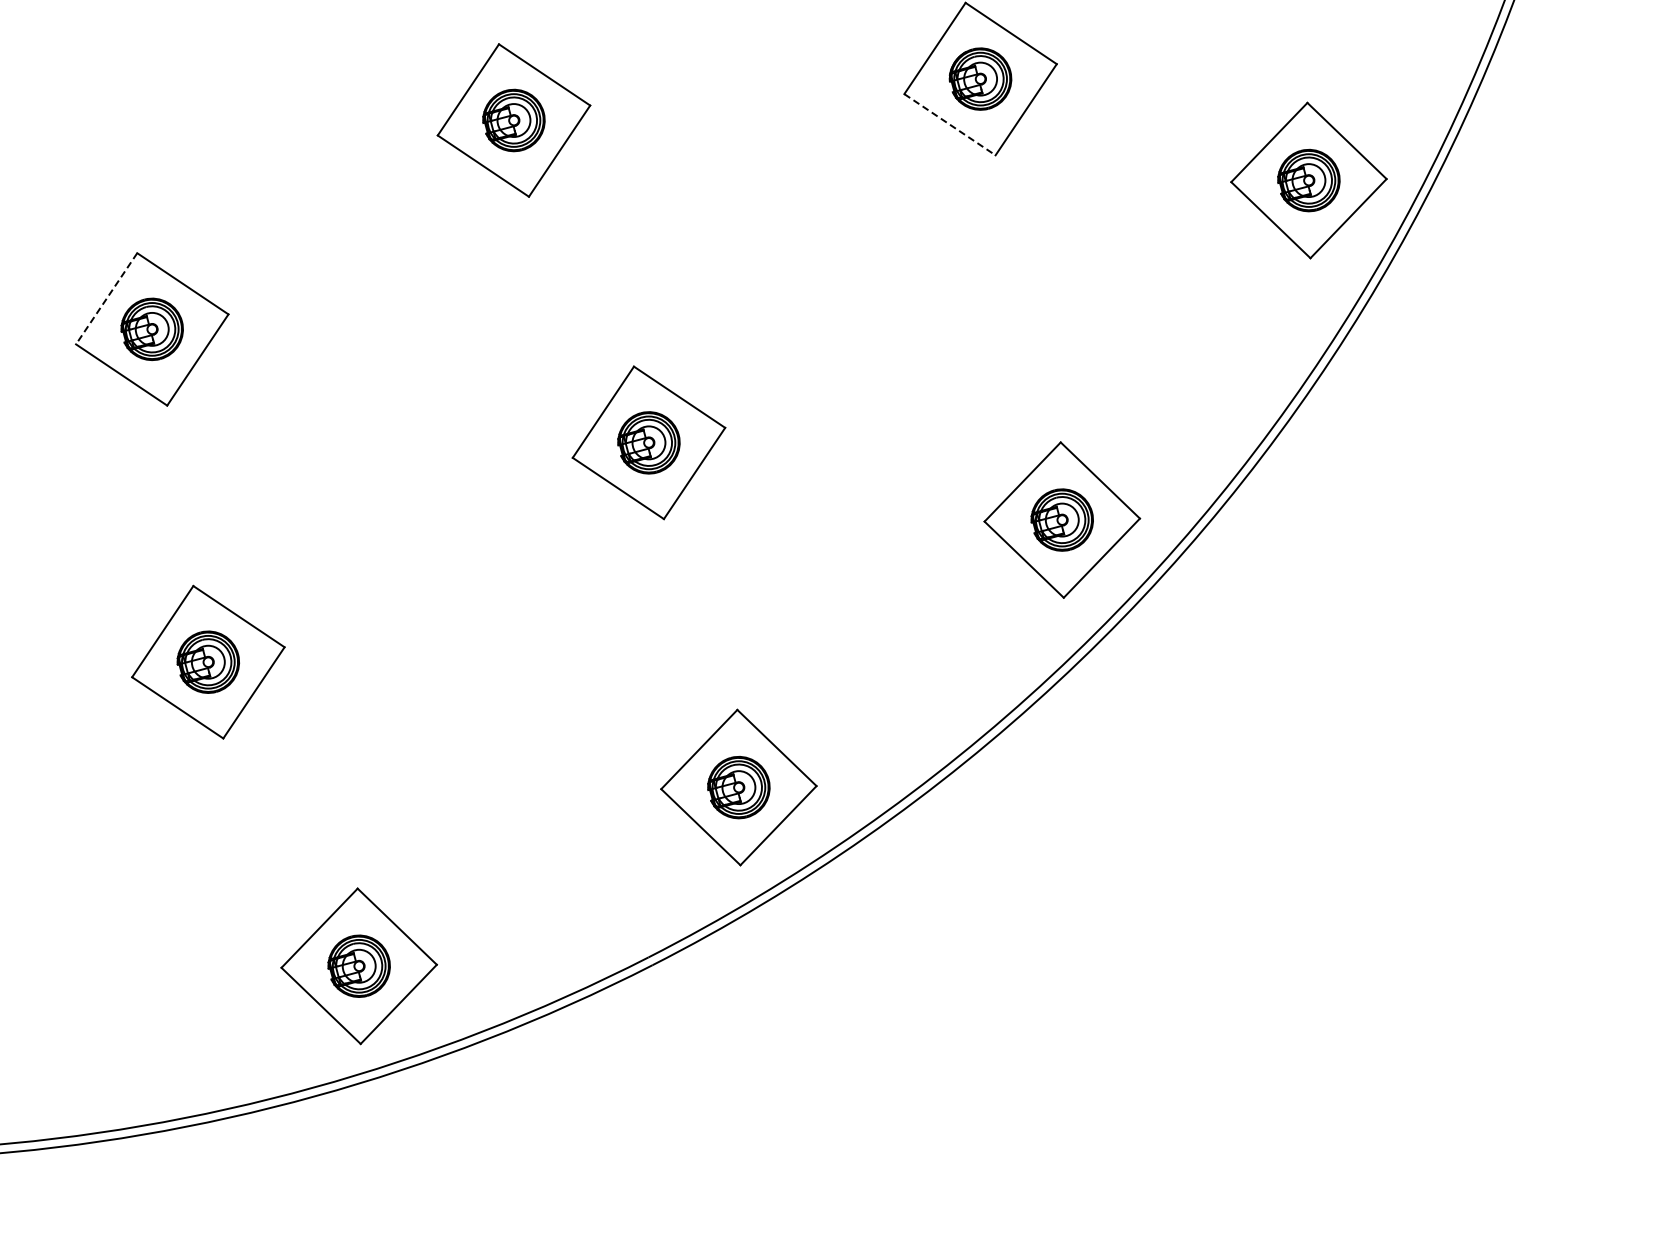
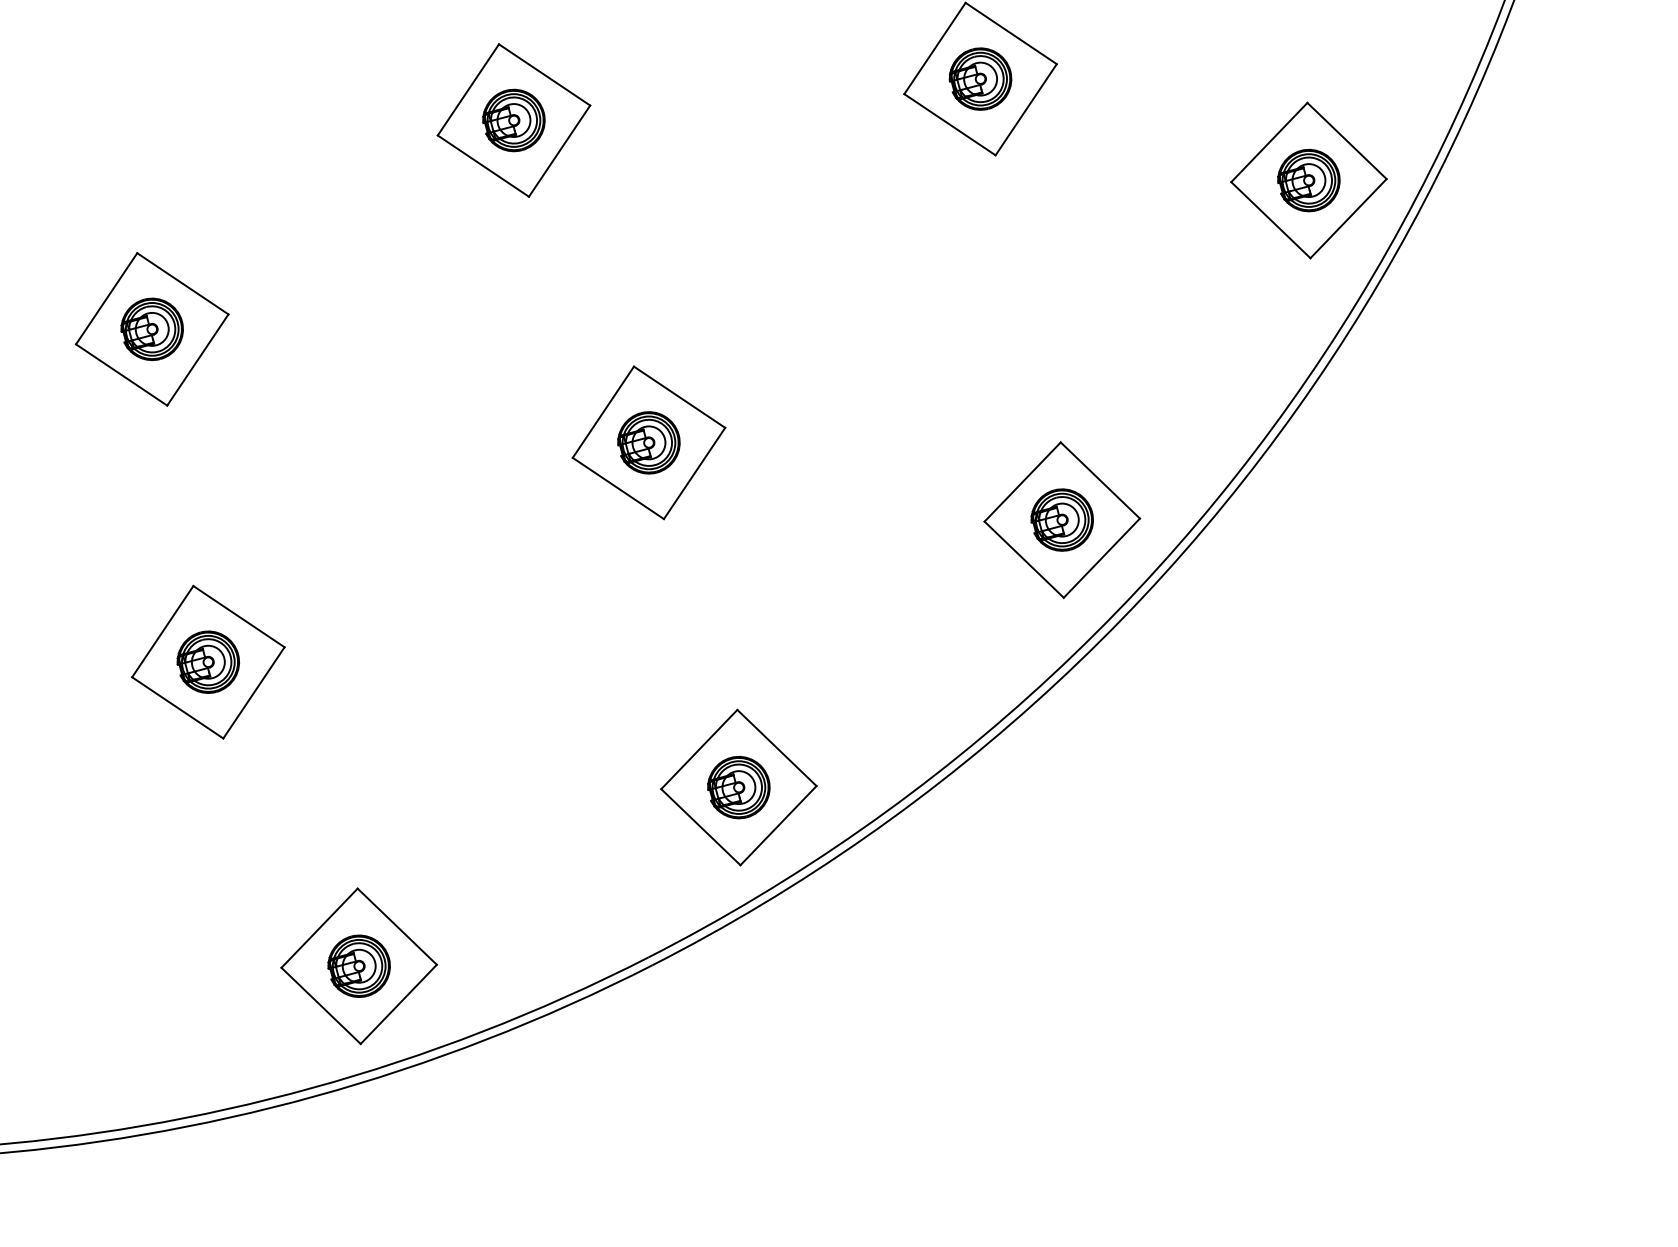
line at (949, 124): dashed -> solid
line at (106, 298): dashed -> solid
